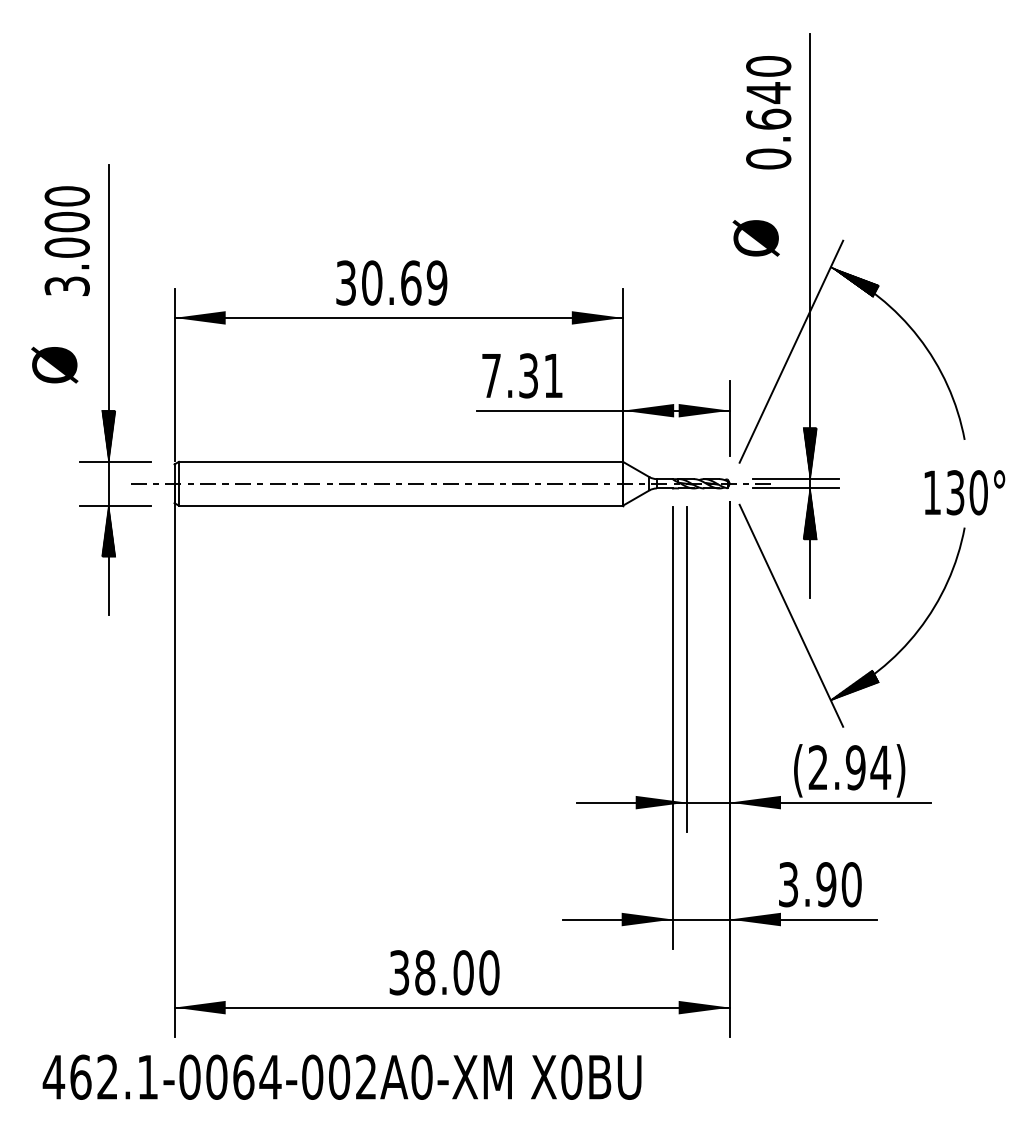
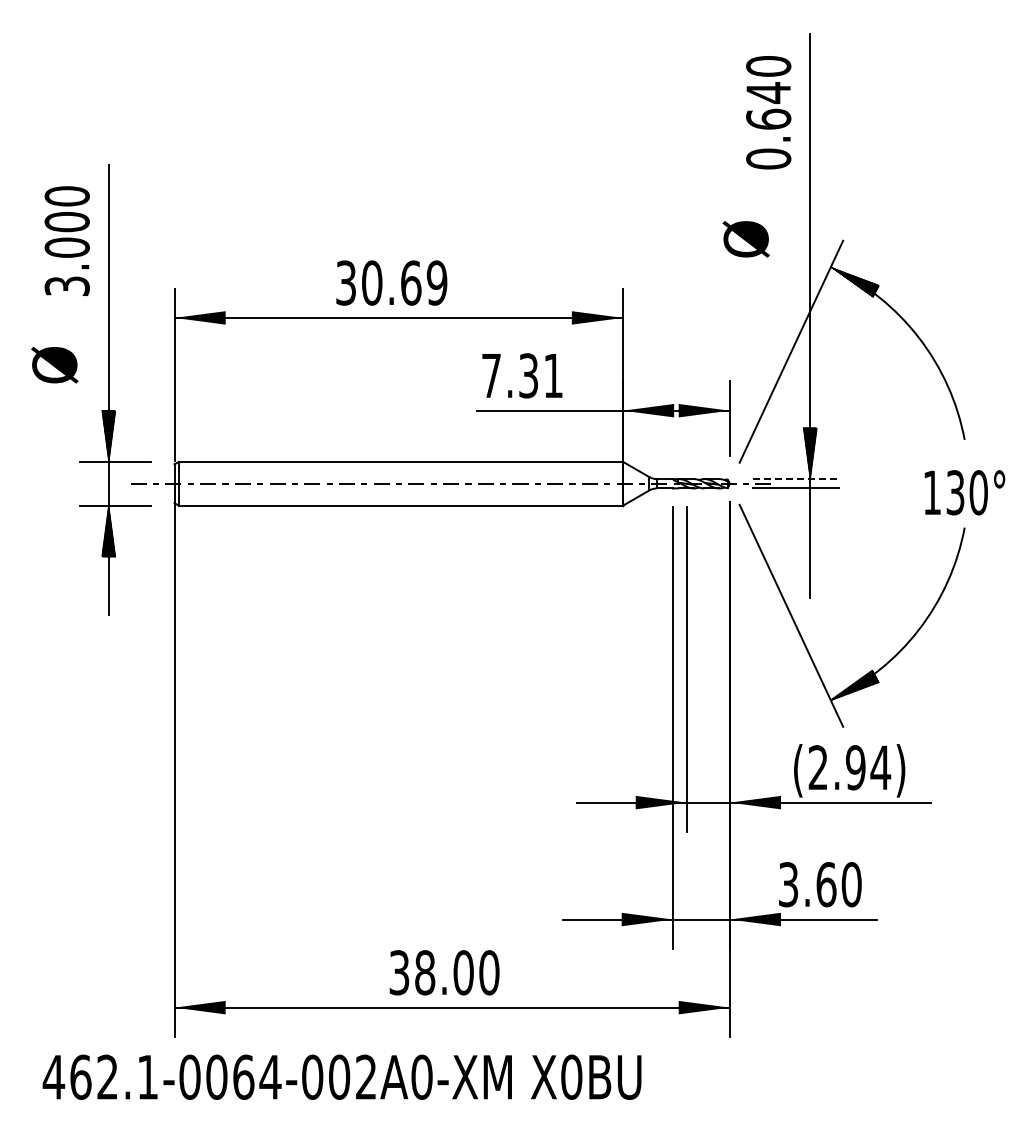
text at (755, 238) position: (755, 238) -> (745, 239)
line at (796, 479): solid -> dashed
hatch at (809, 513): present -> none
text at (826, 884): 3.90 -> 3.60
